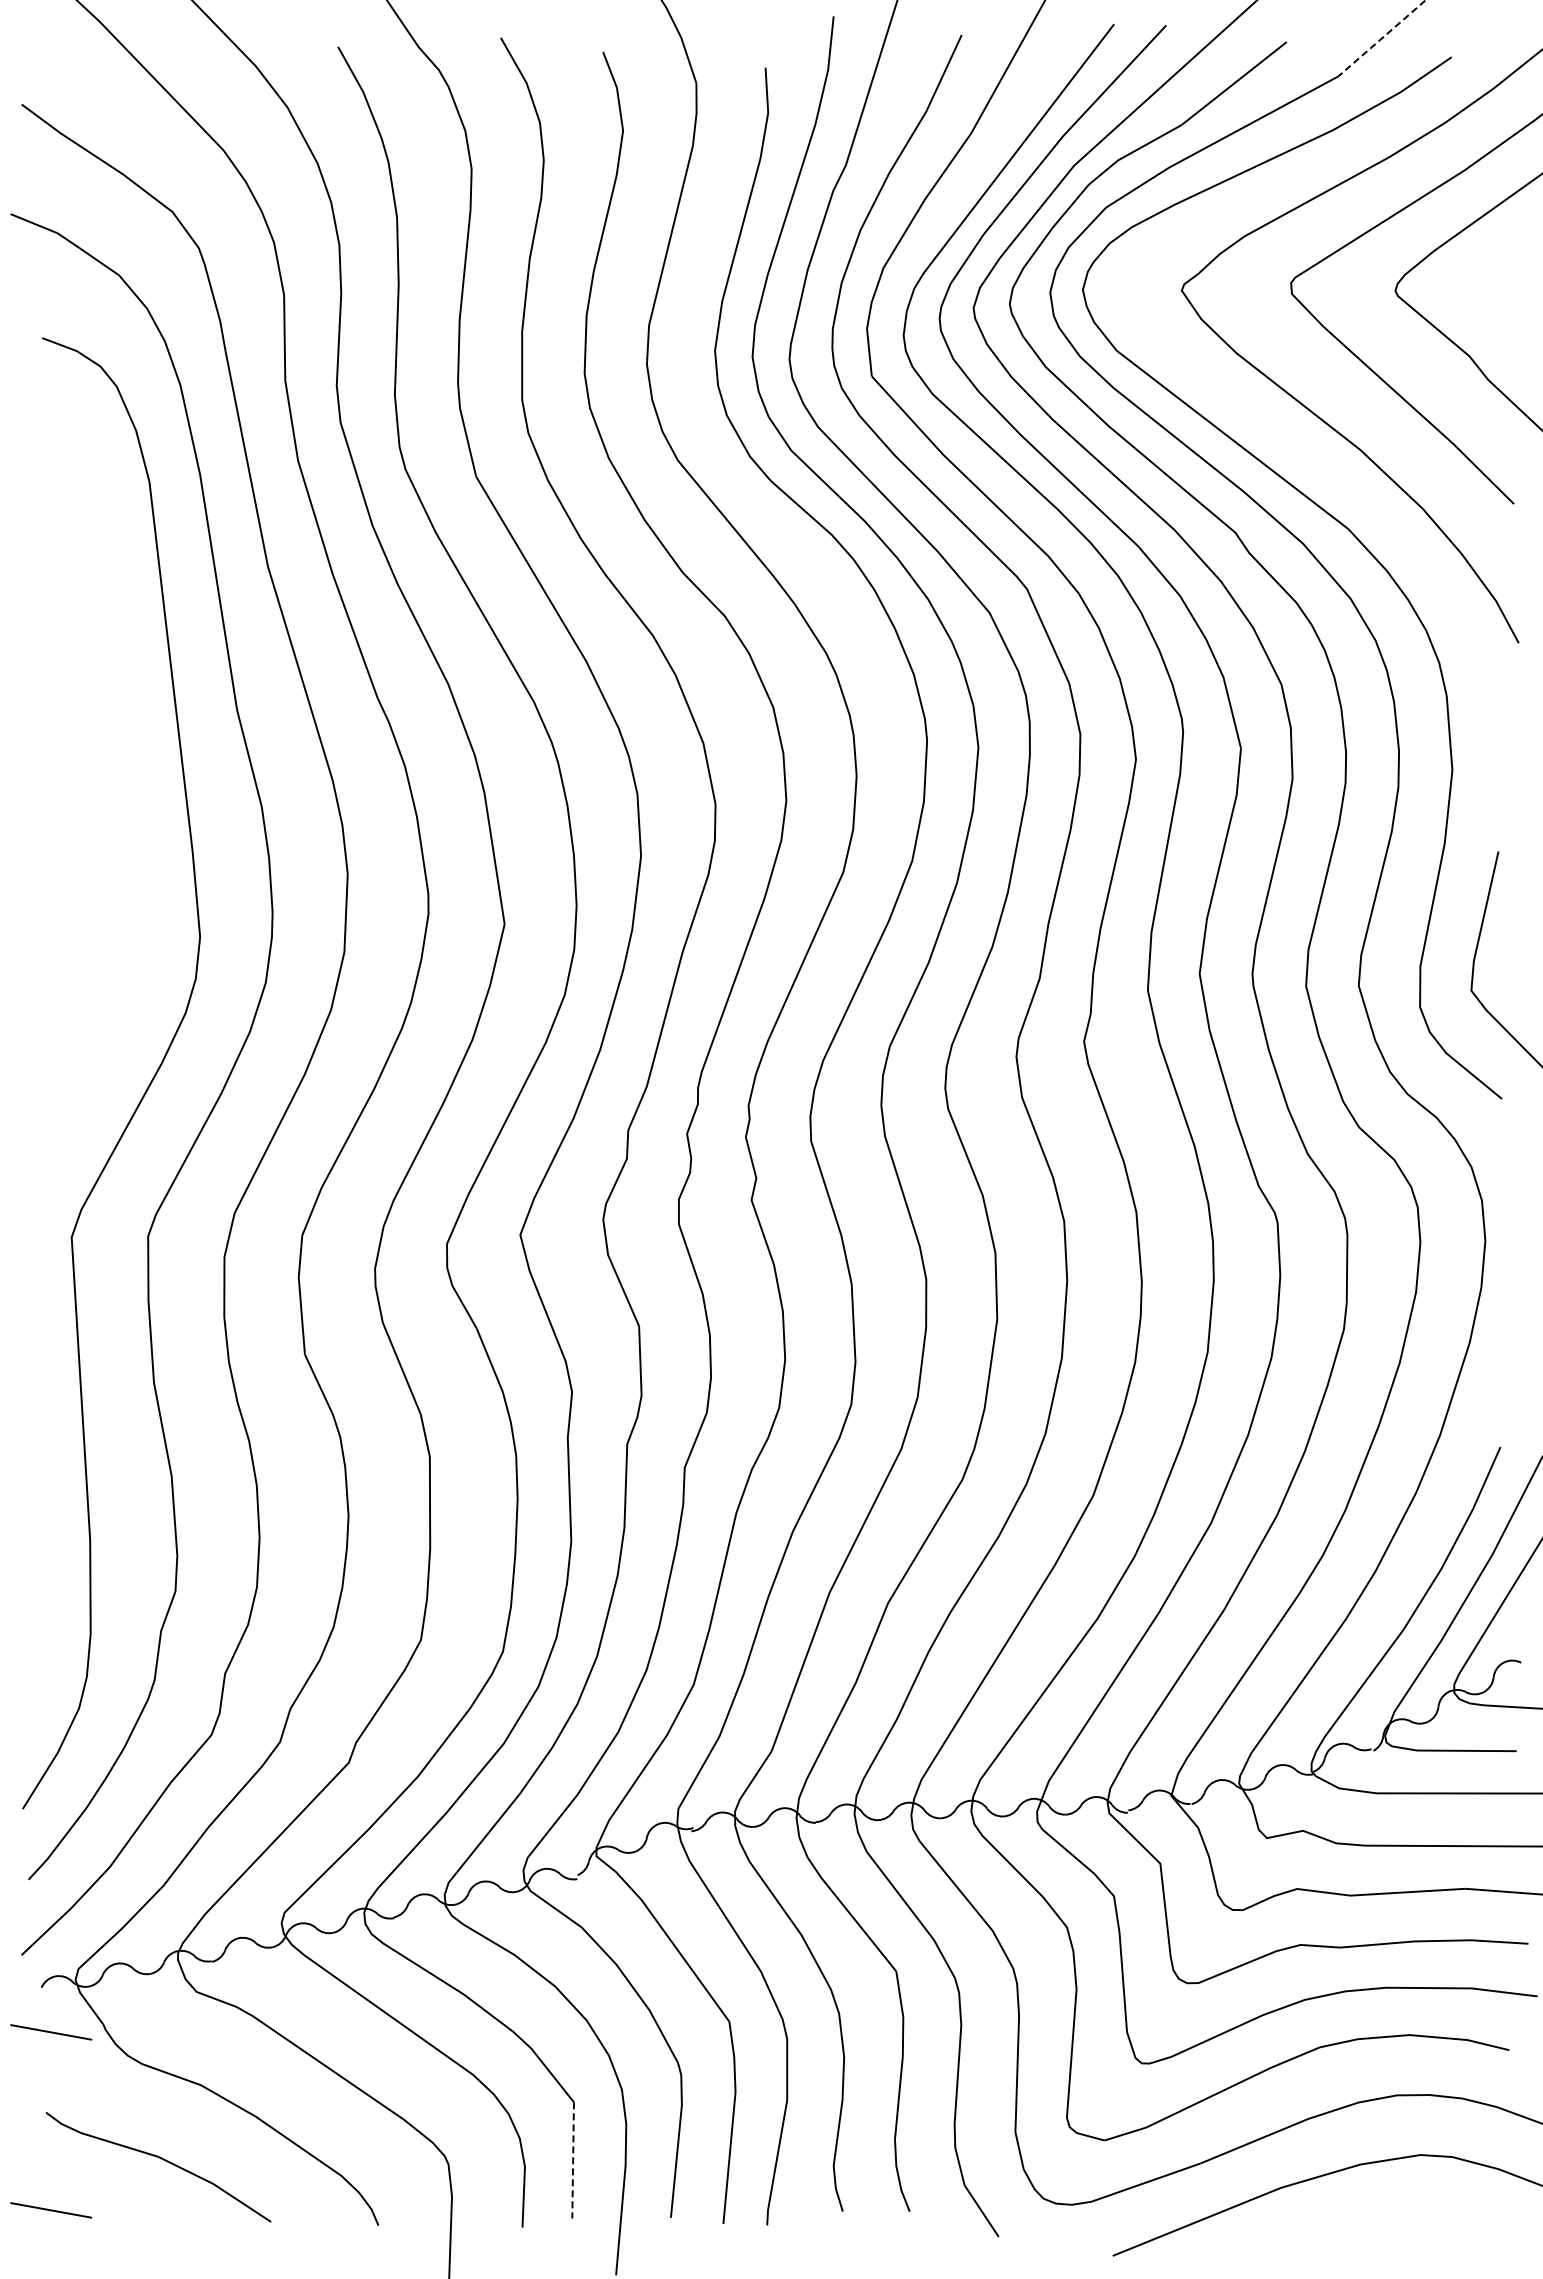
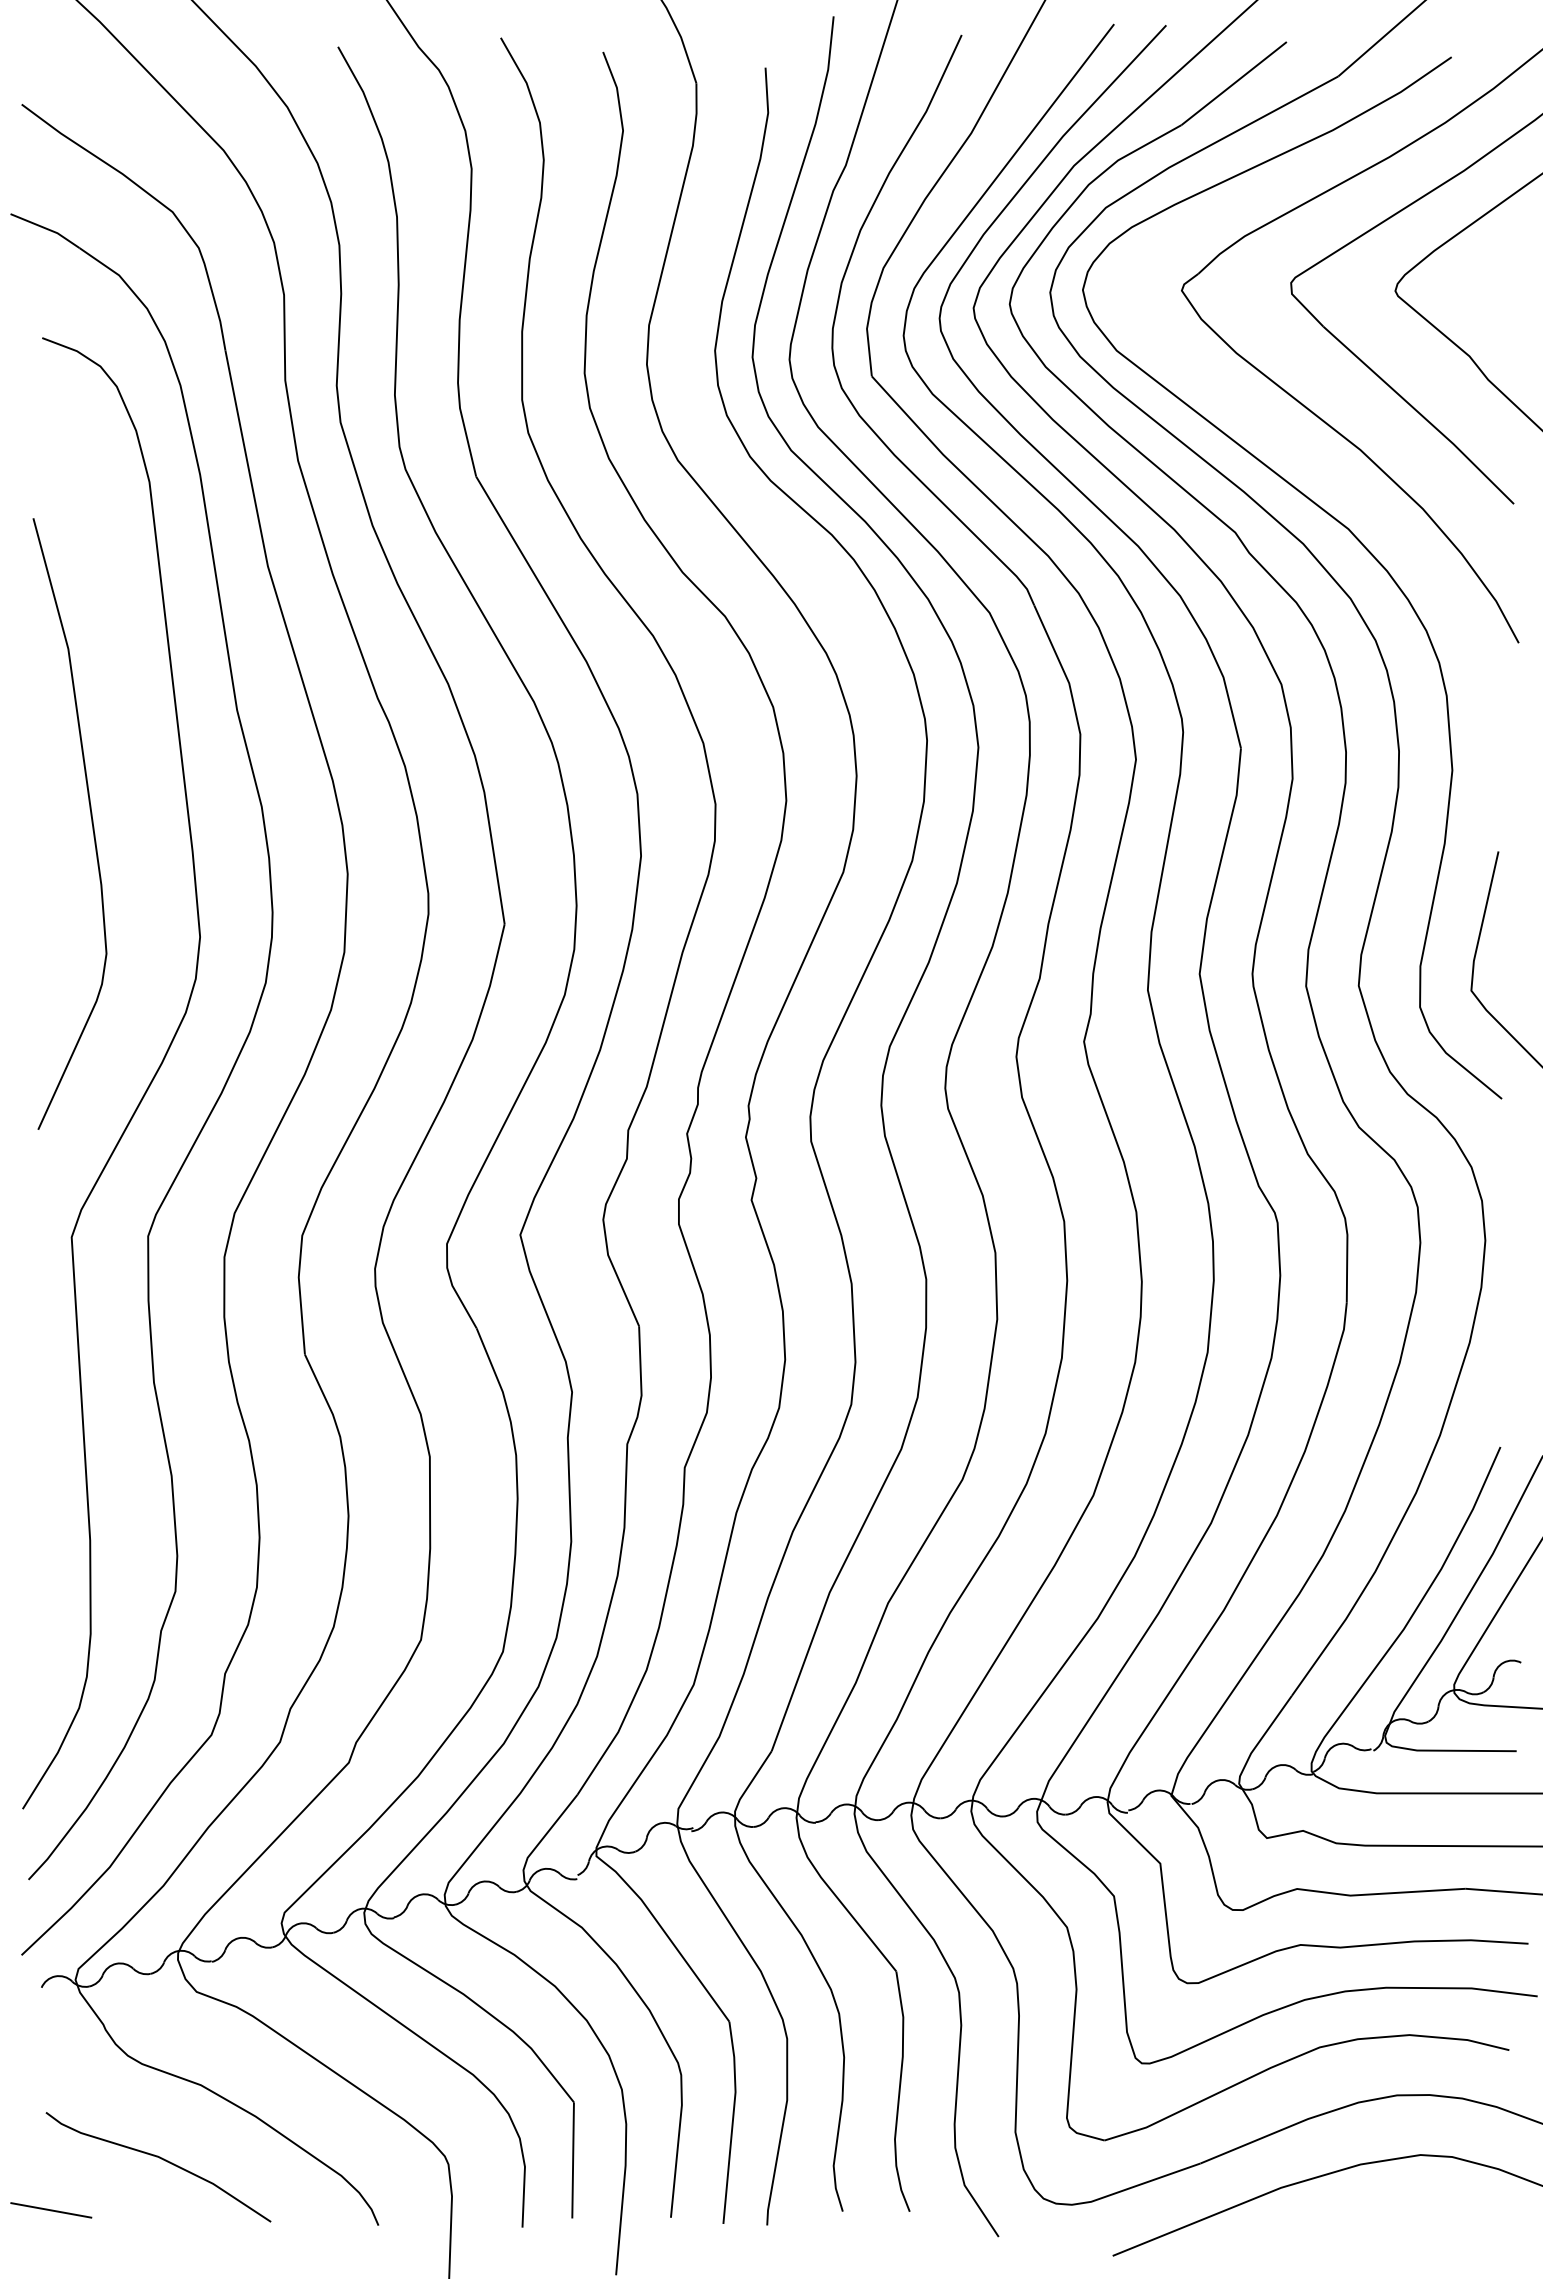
line at (1381, 38): dashed -> solid
curve at (91, 823): none -> present
line at (51, 2032): present -> none
line at (573, 2160): dashed -> solid
